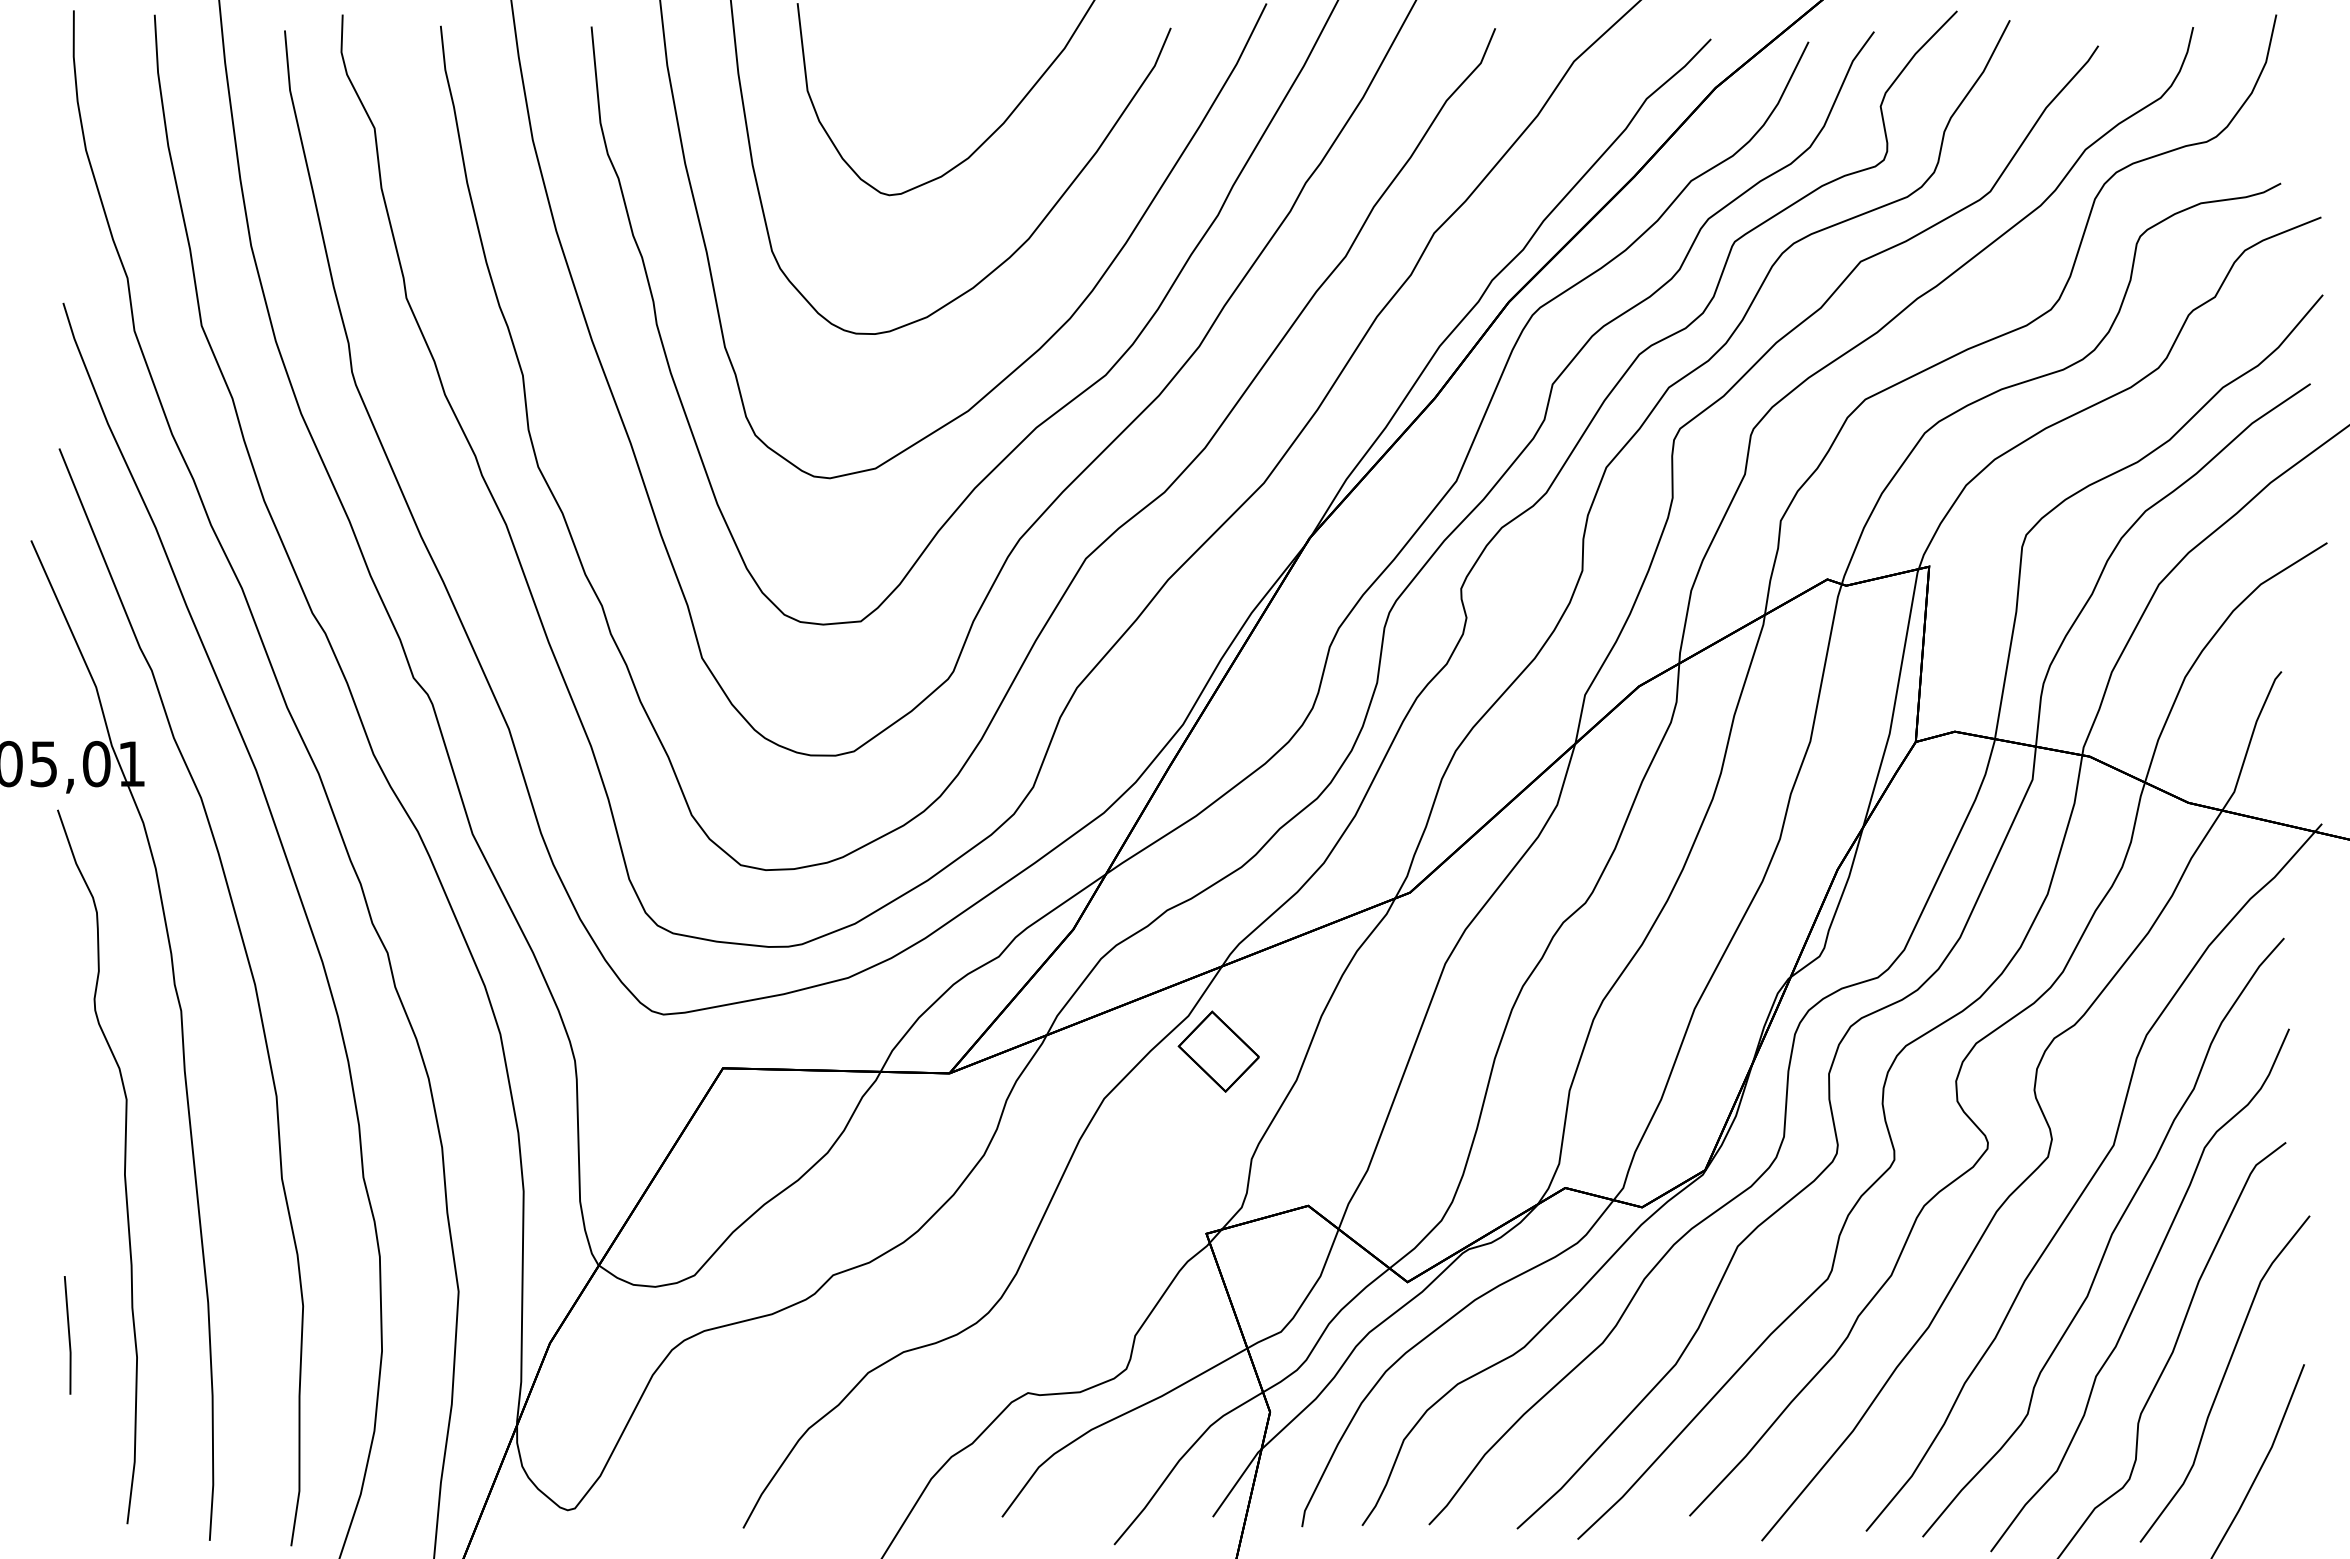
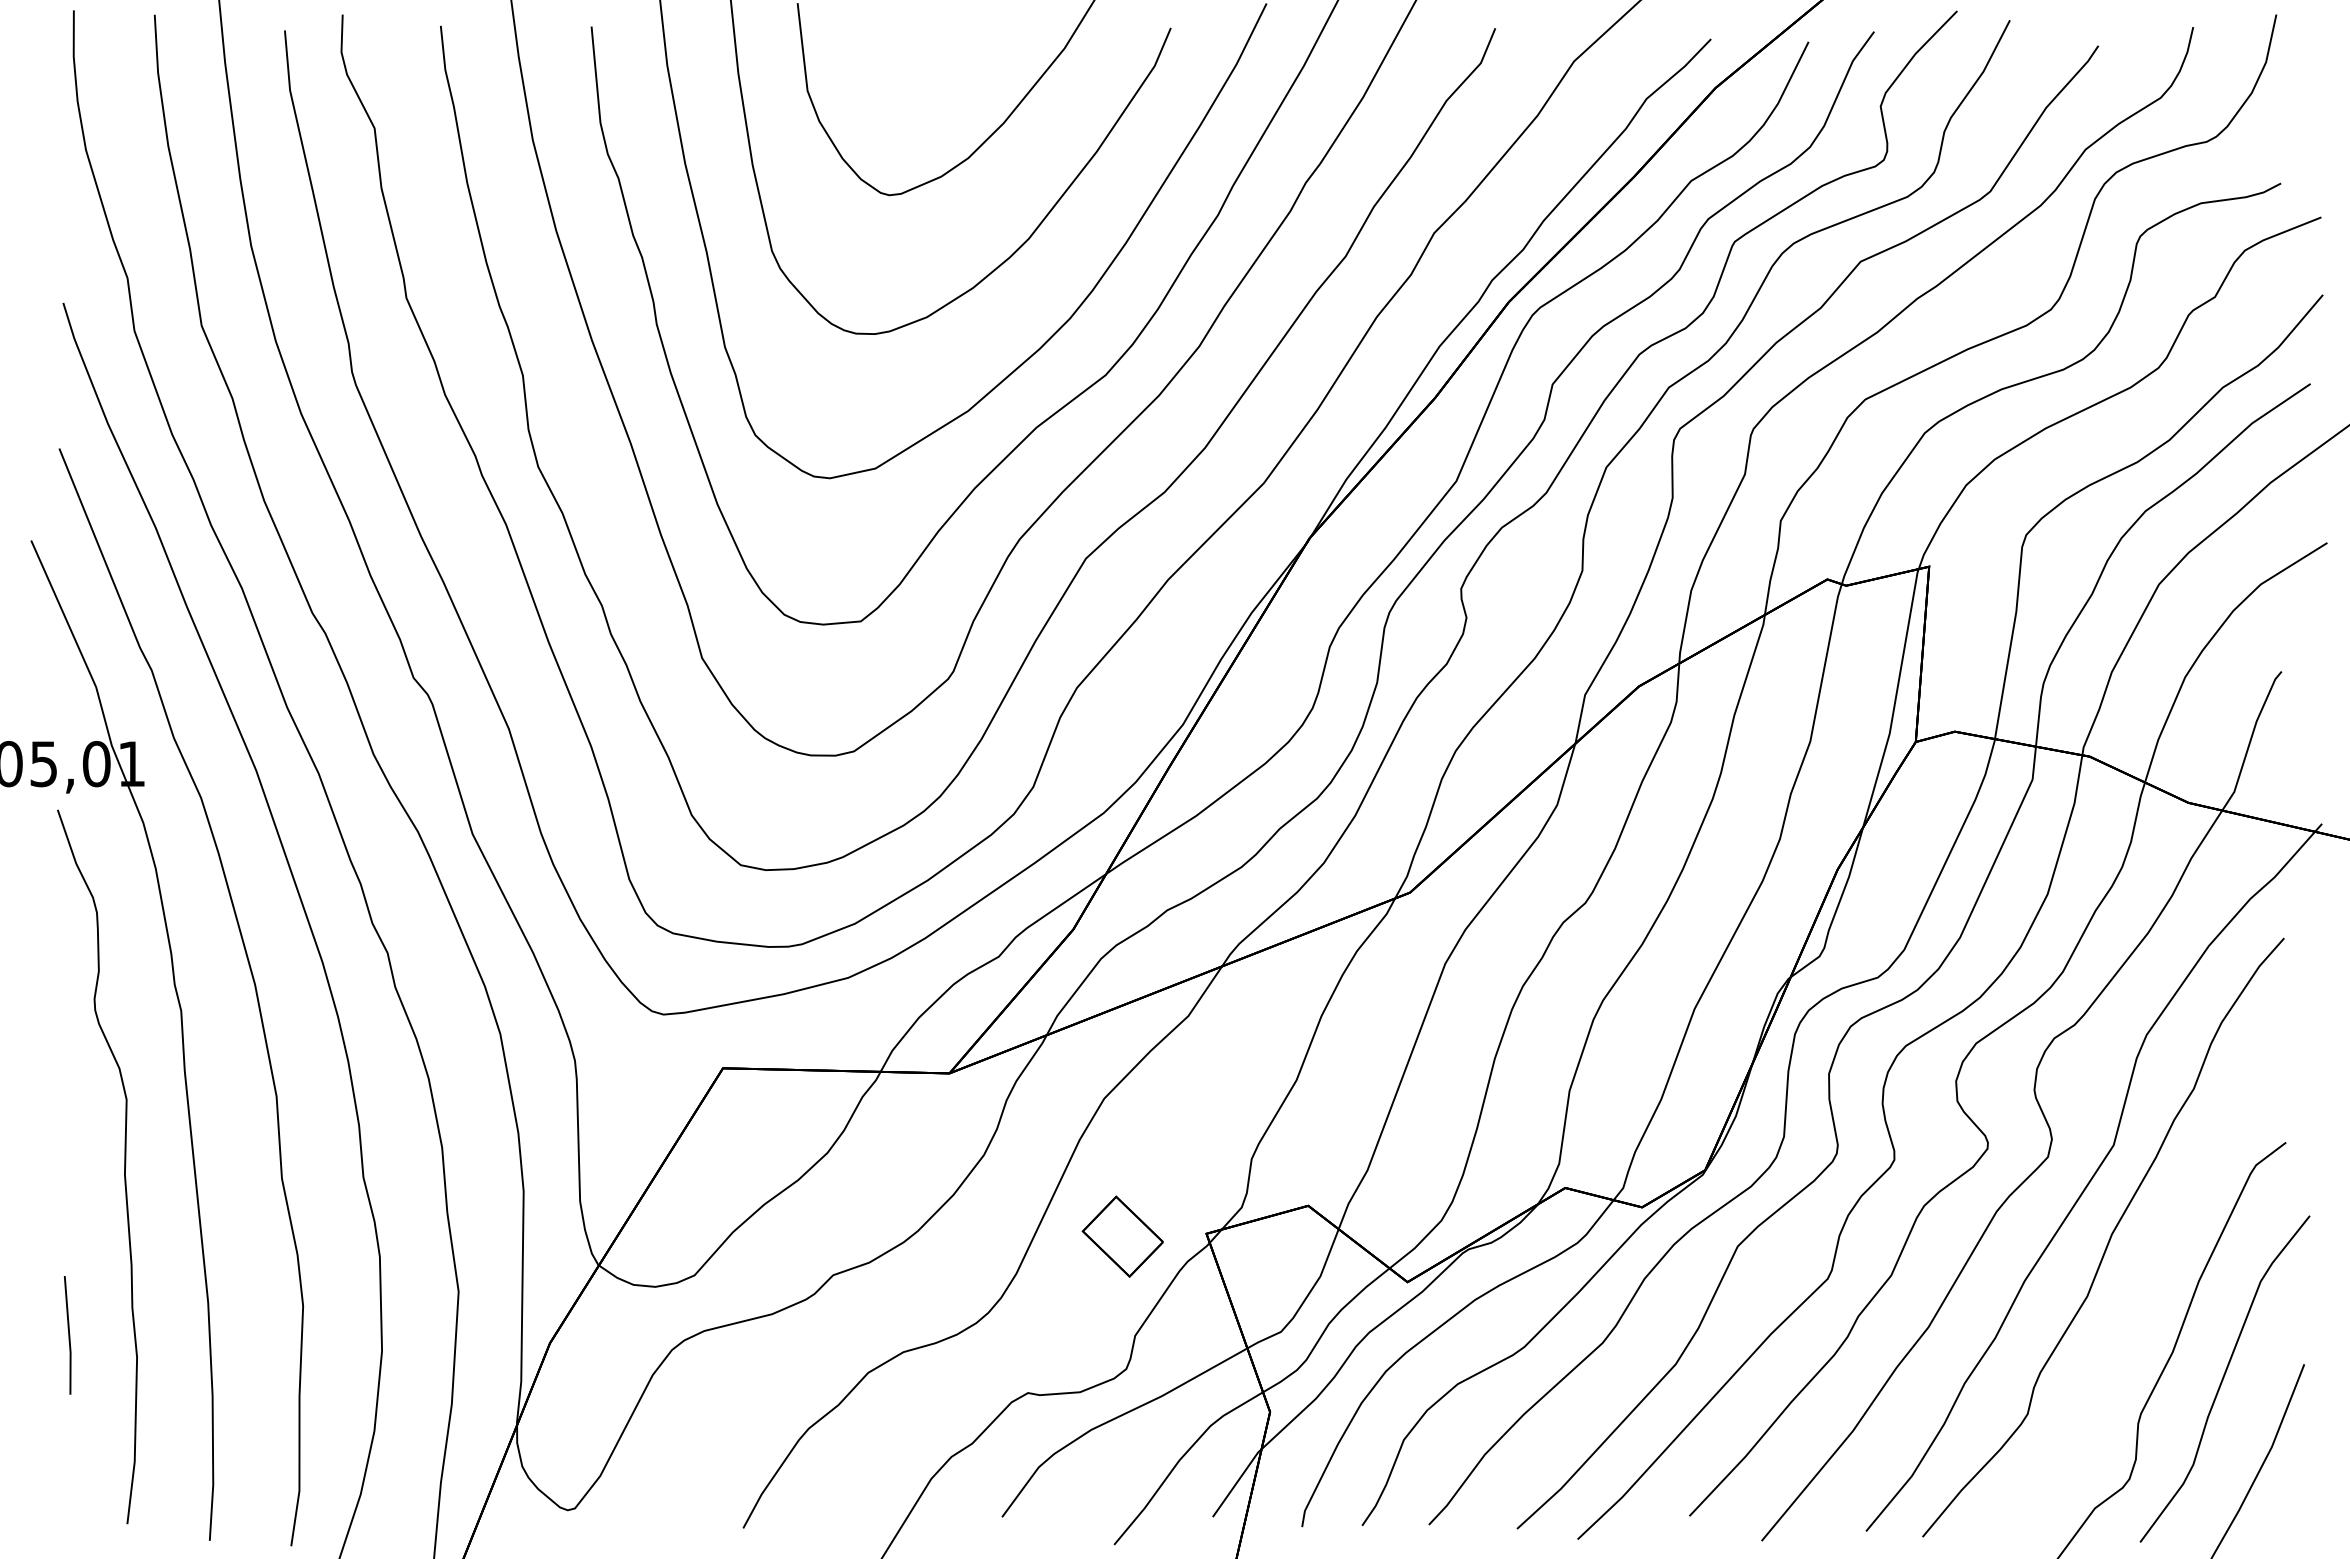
part at (1218, 1051) position: (1218, 1051) -> (1122, 1236)
part at (2139, 1290): present -> none
